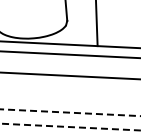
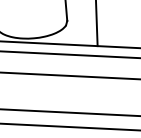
line at (70, 112): dashed -> solid
line at (70, 127): dashed -> solid
